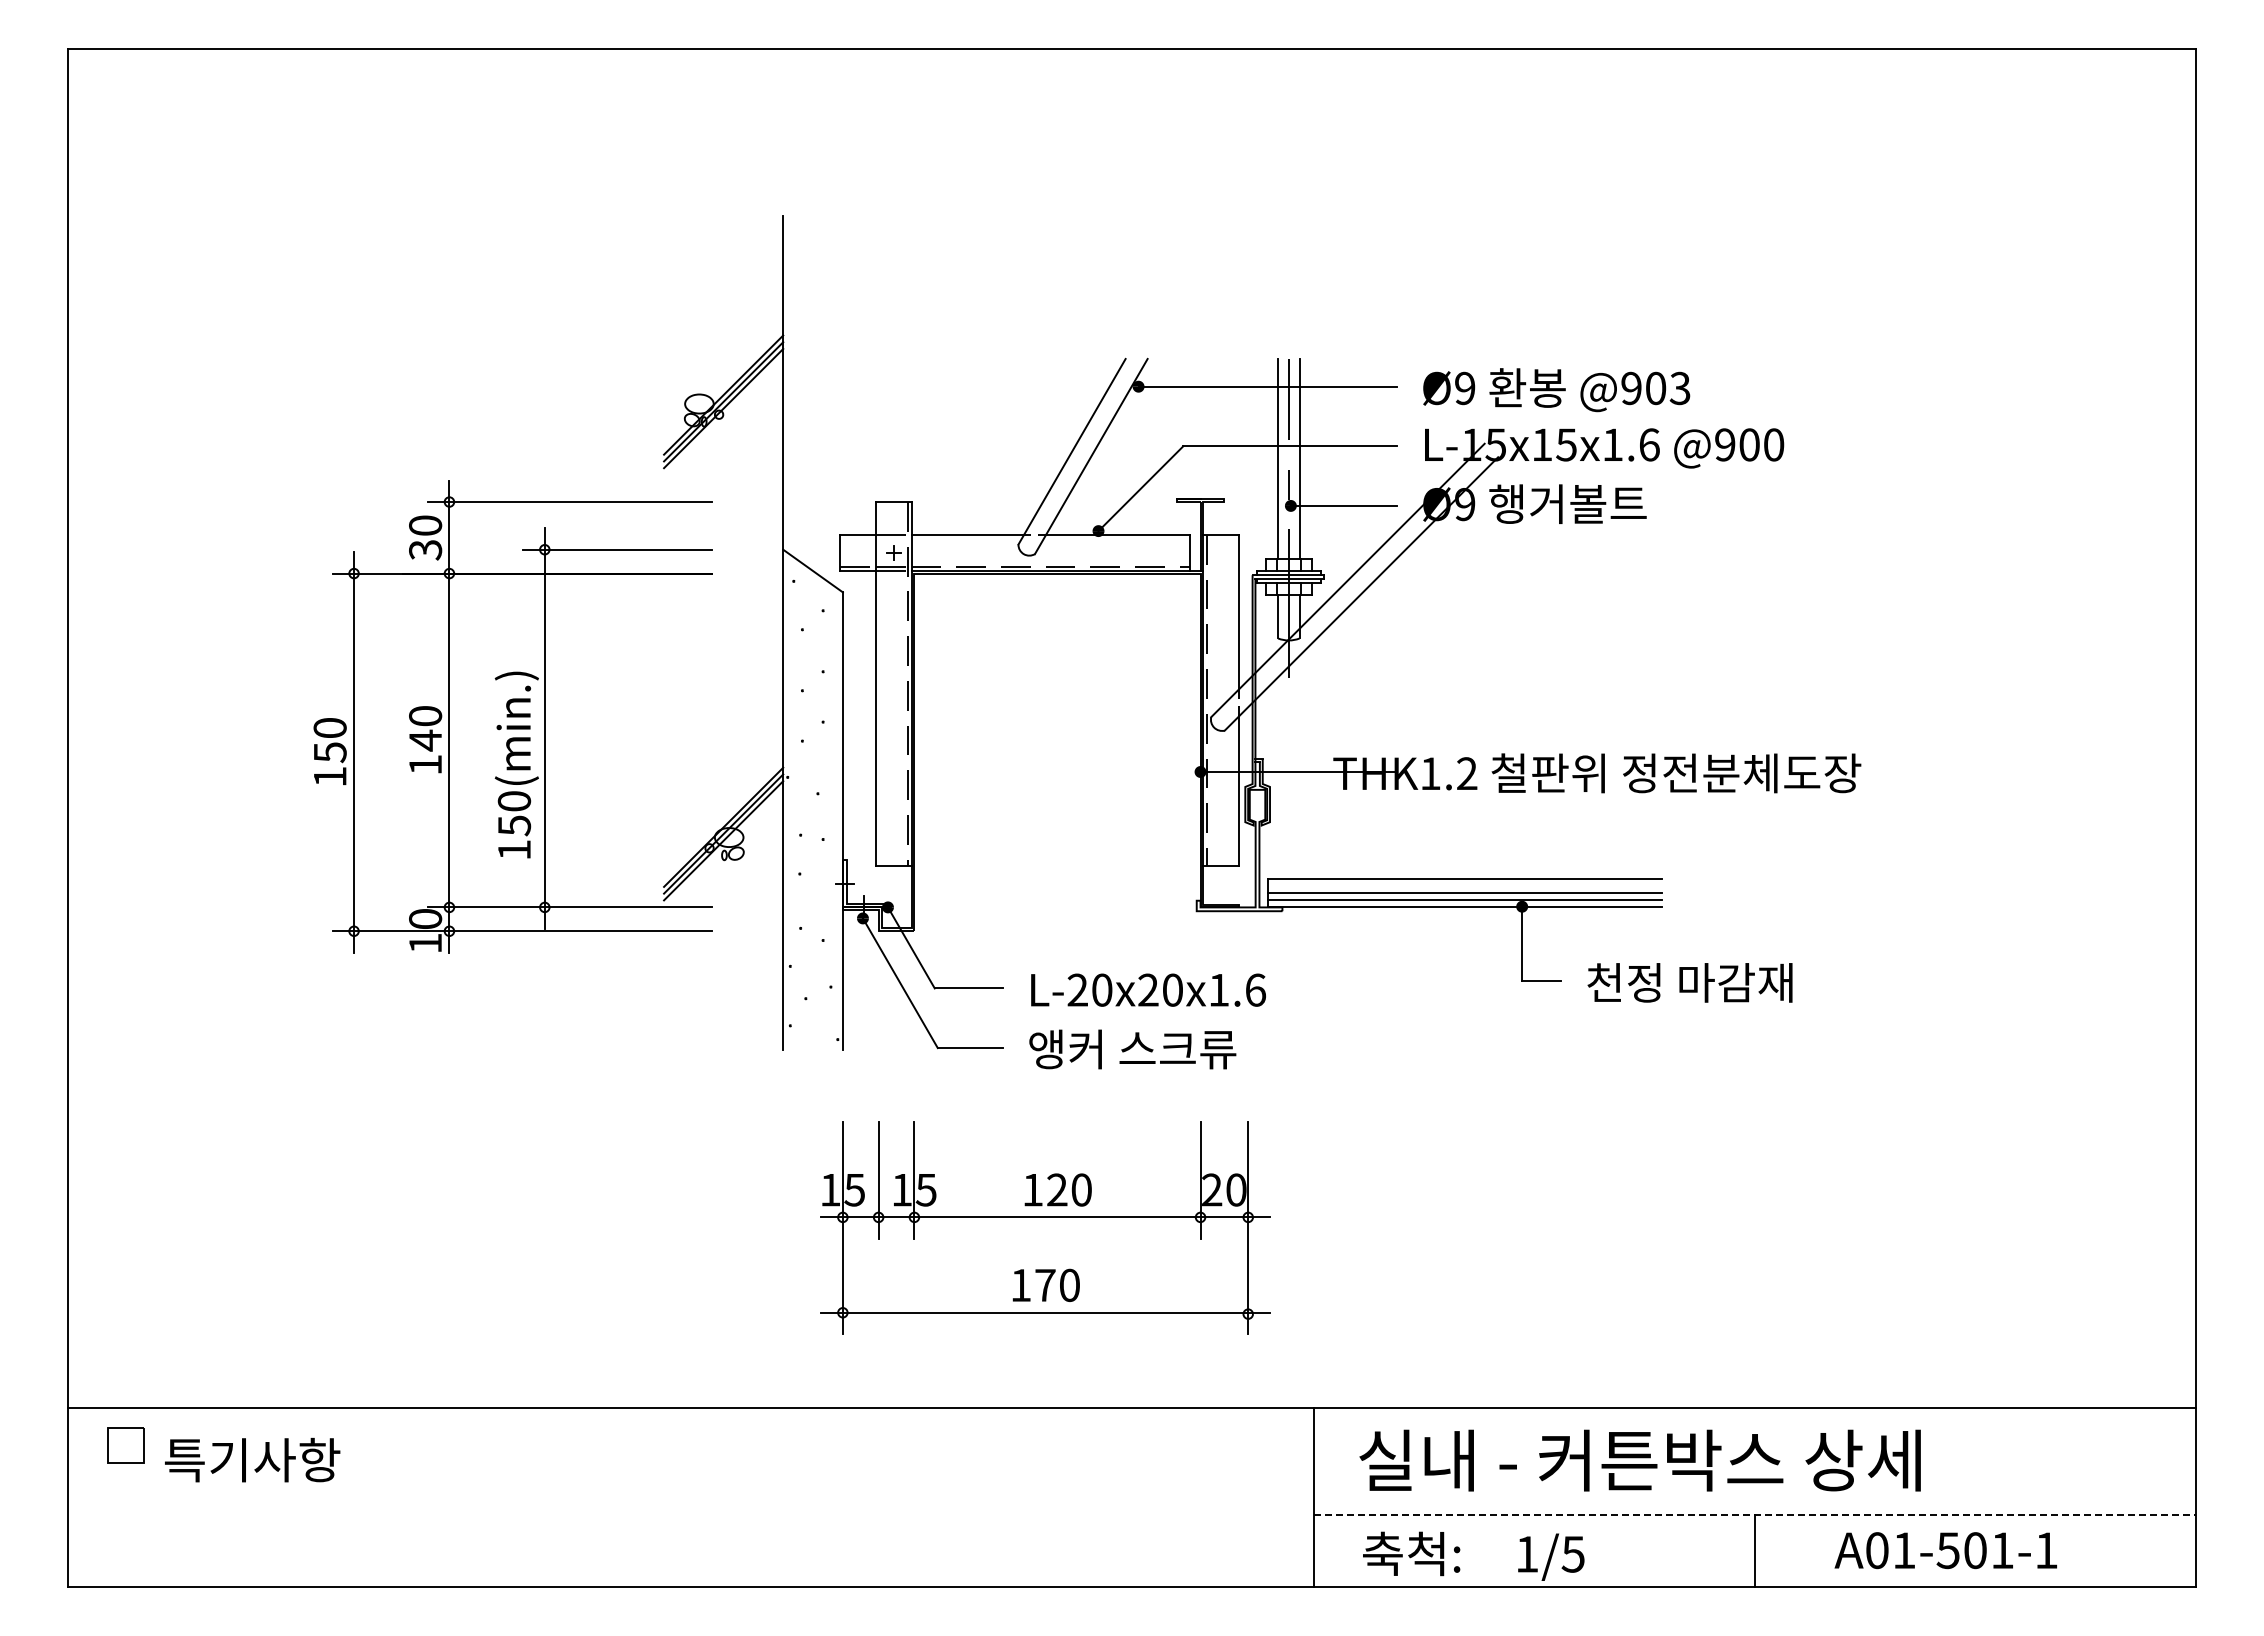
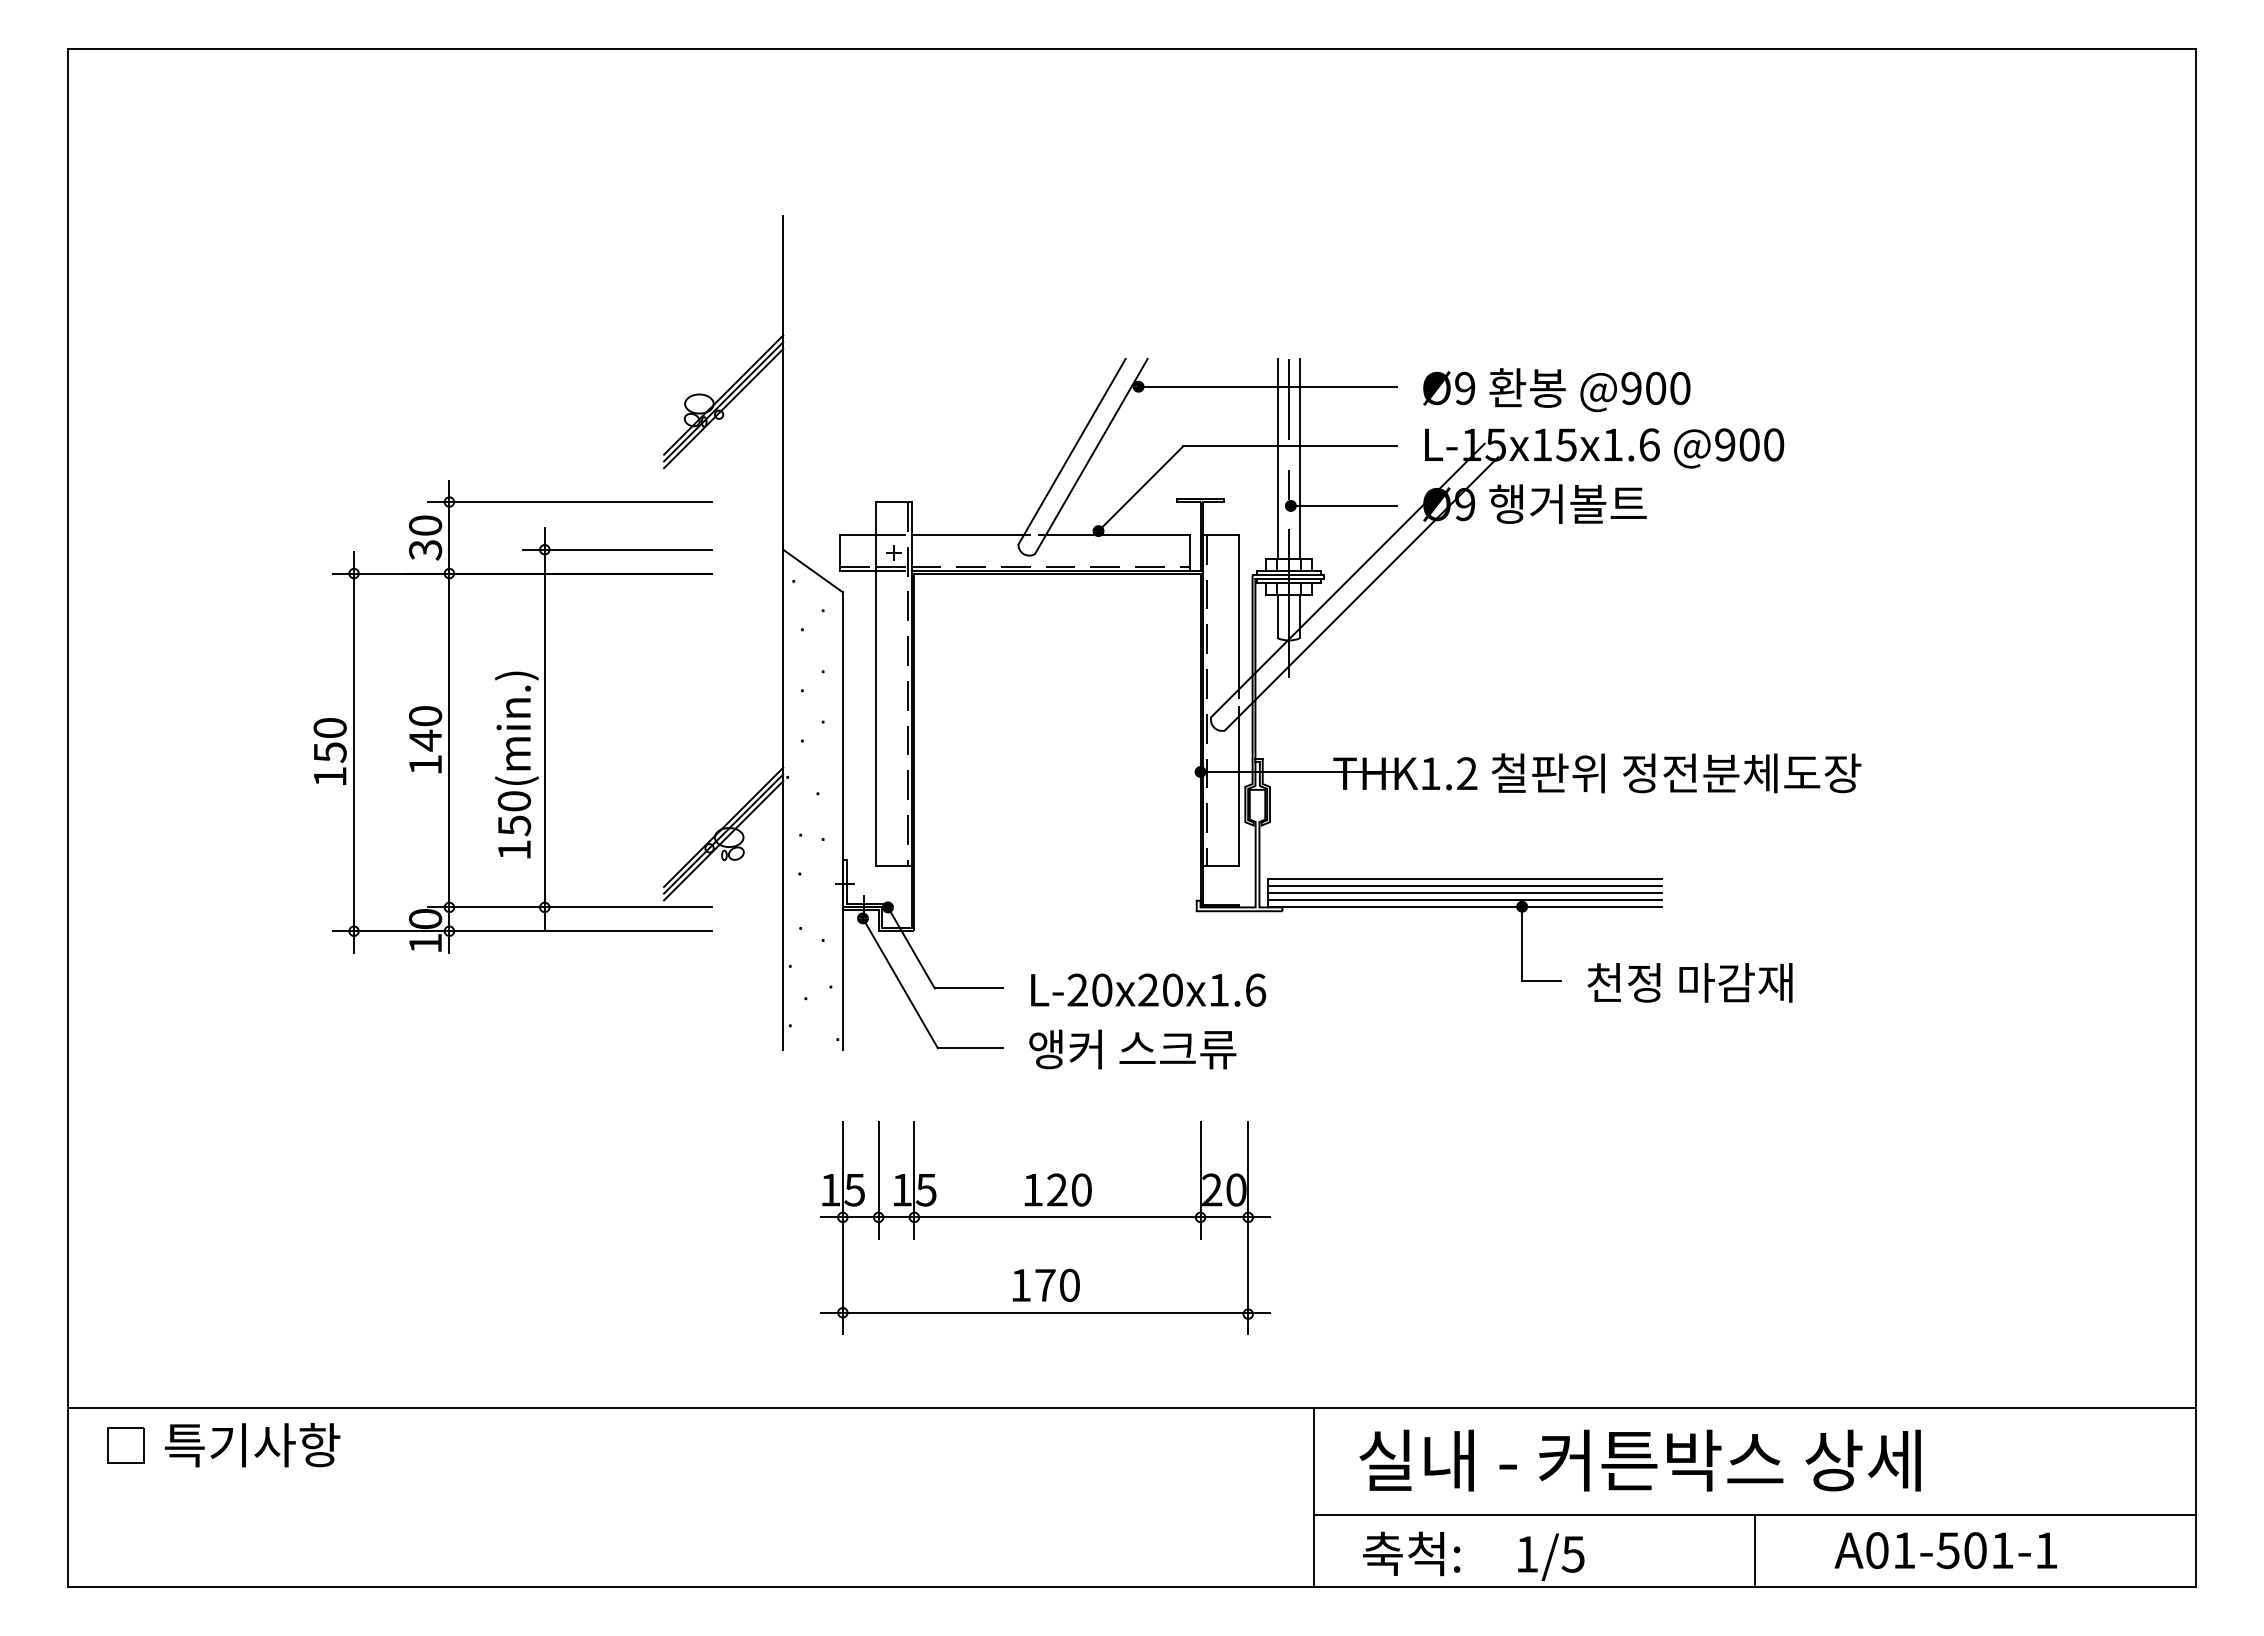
text at (1679, 388): @903 -> @900
line at (1464, 885): none -> present
text at (252, 1459) position: (252, 1459) -> (252, 1444)
line at (1755, 1515): dashed -> solid
